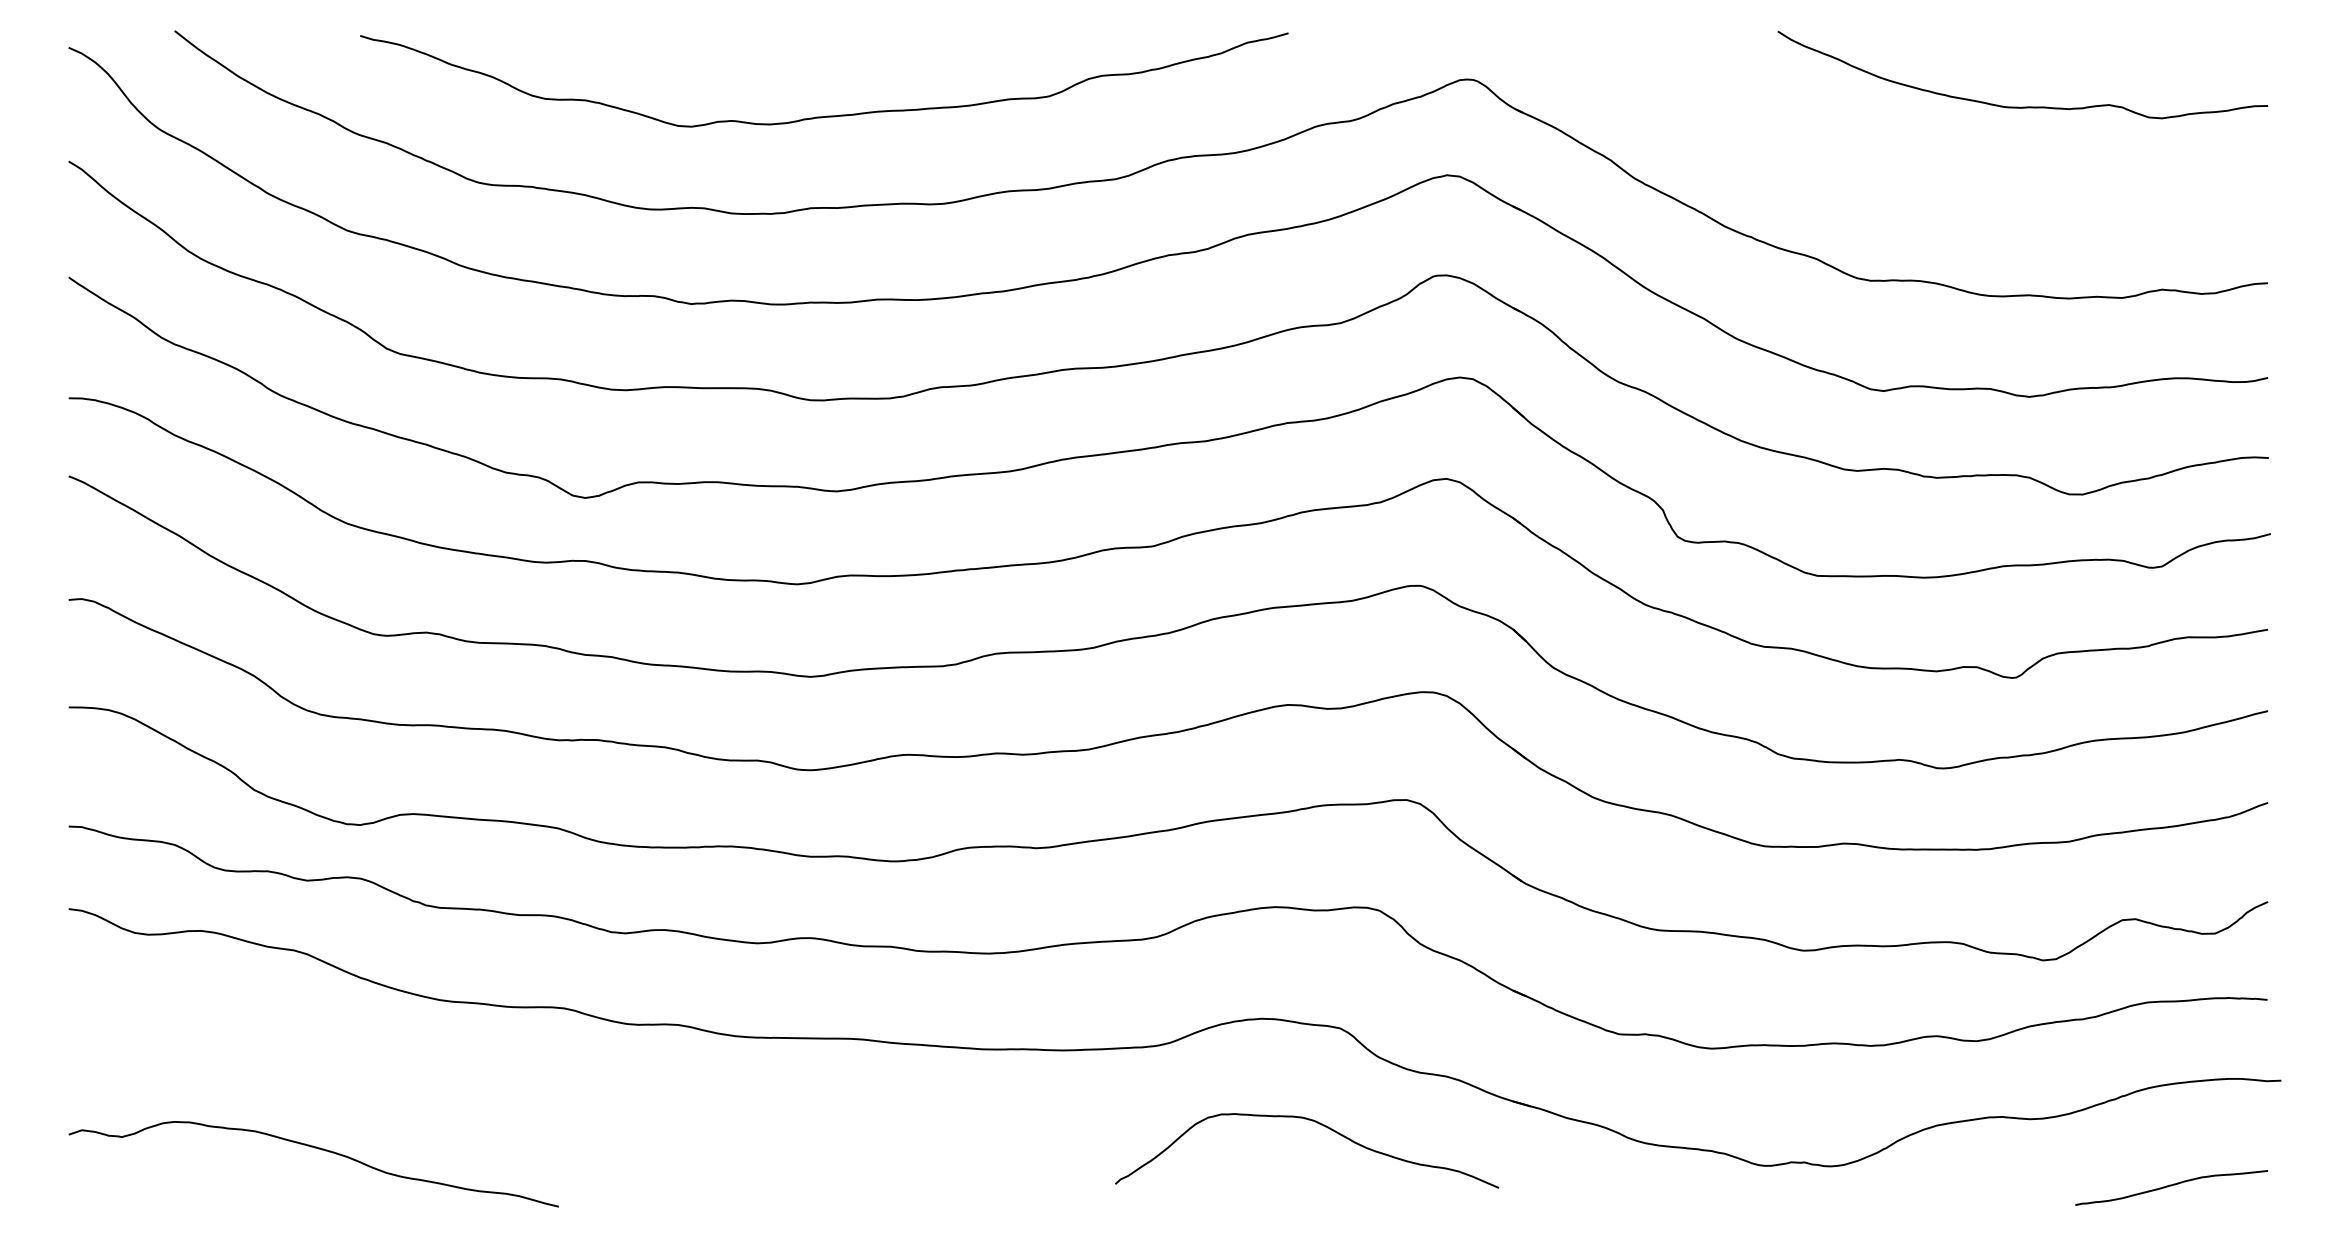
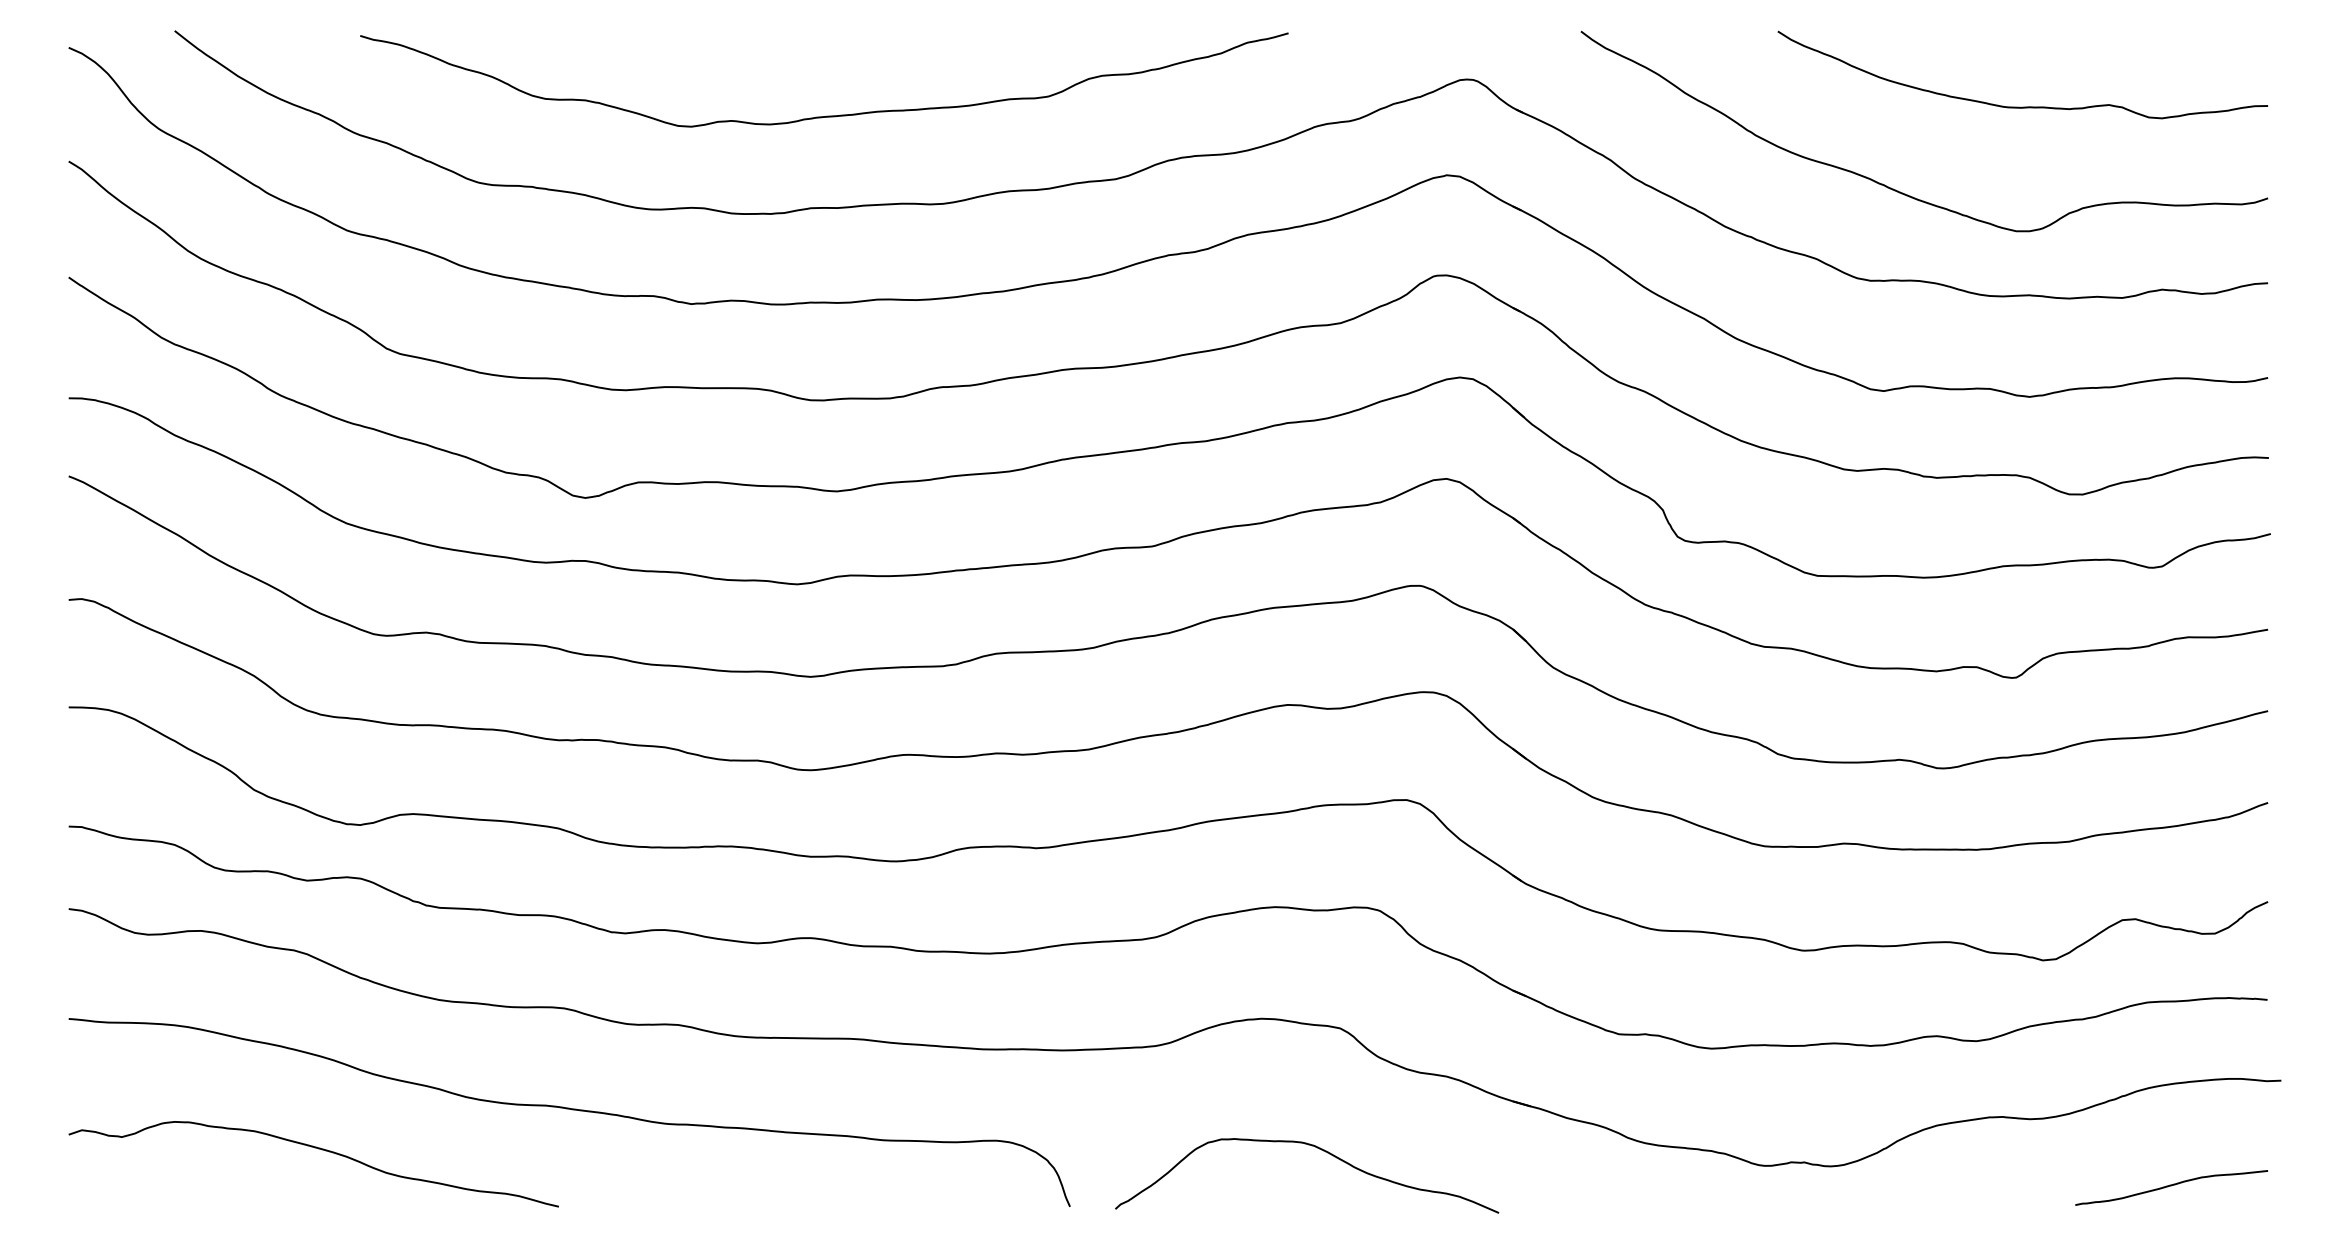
curve at (1898, 190): none -> present
curve at (569, 1109): none -> present
curve at (1319, 1124) position: (1319, 1124) -> (1319, 1149)
